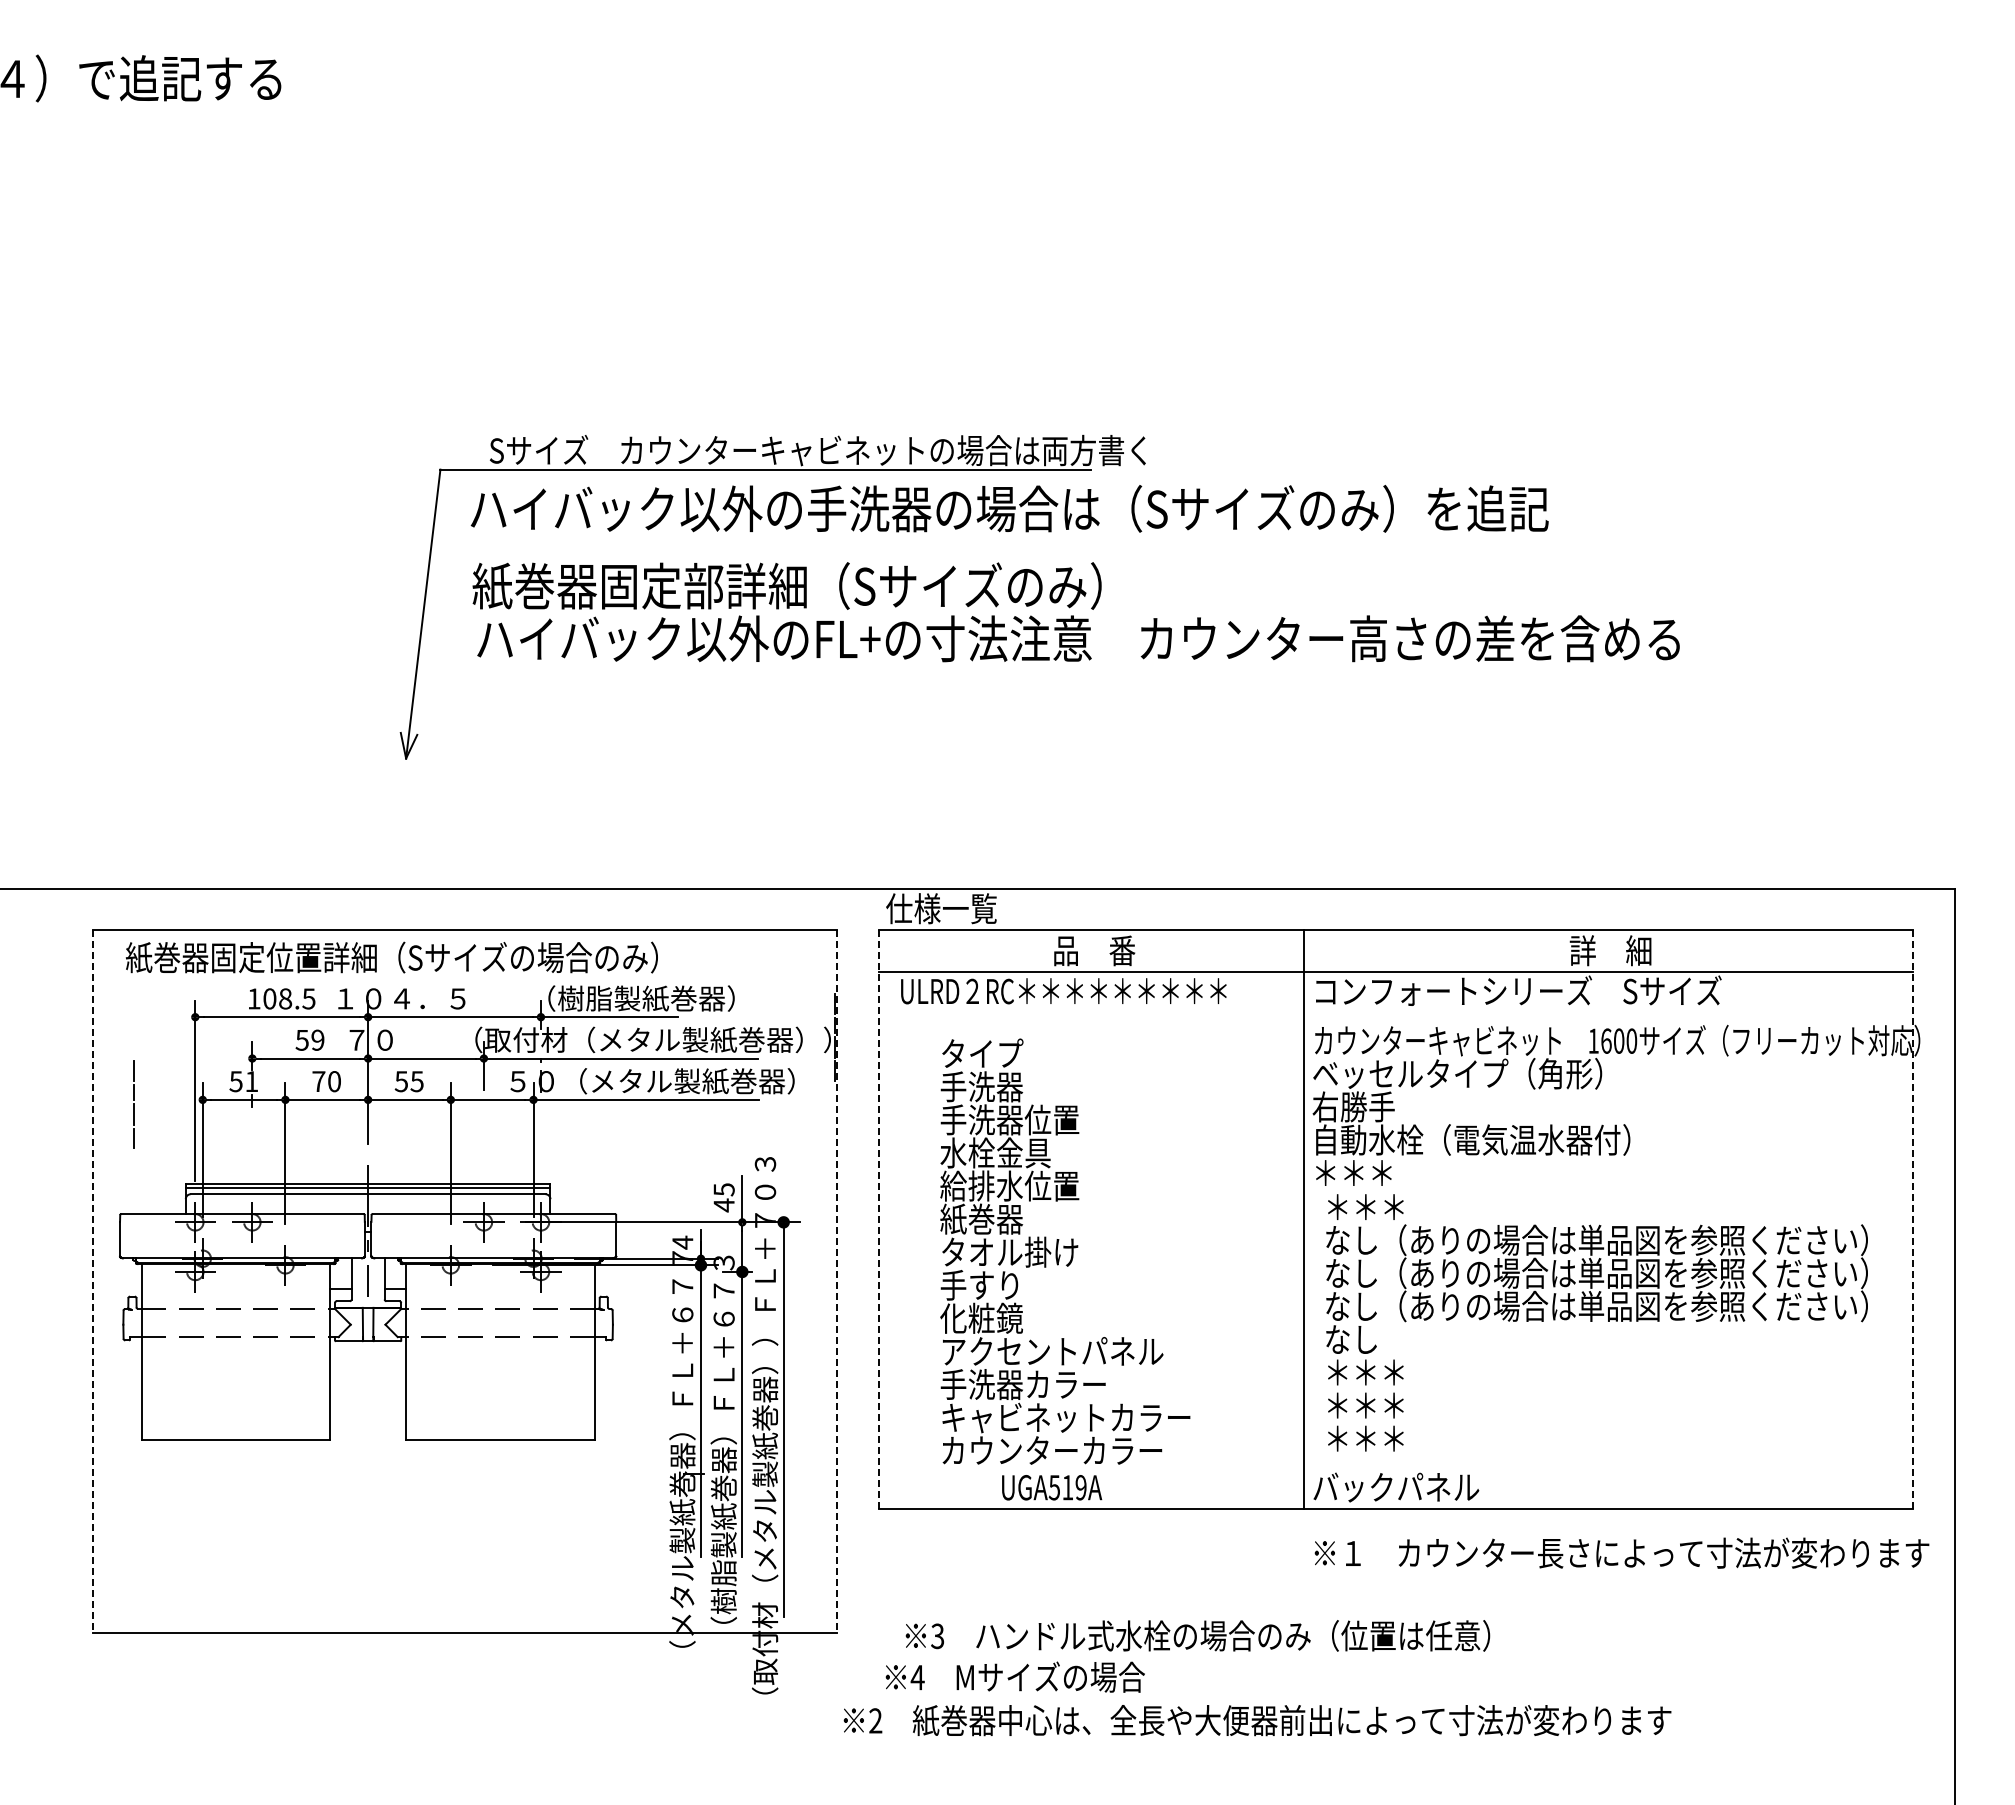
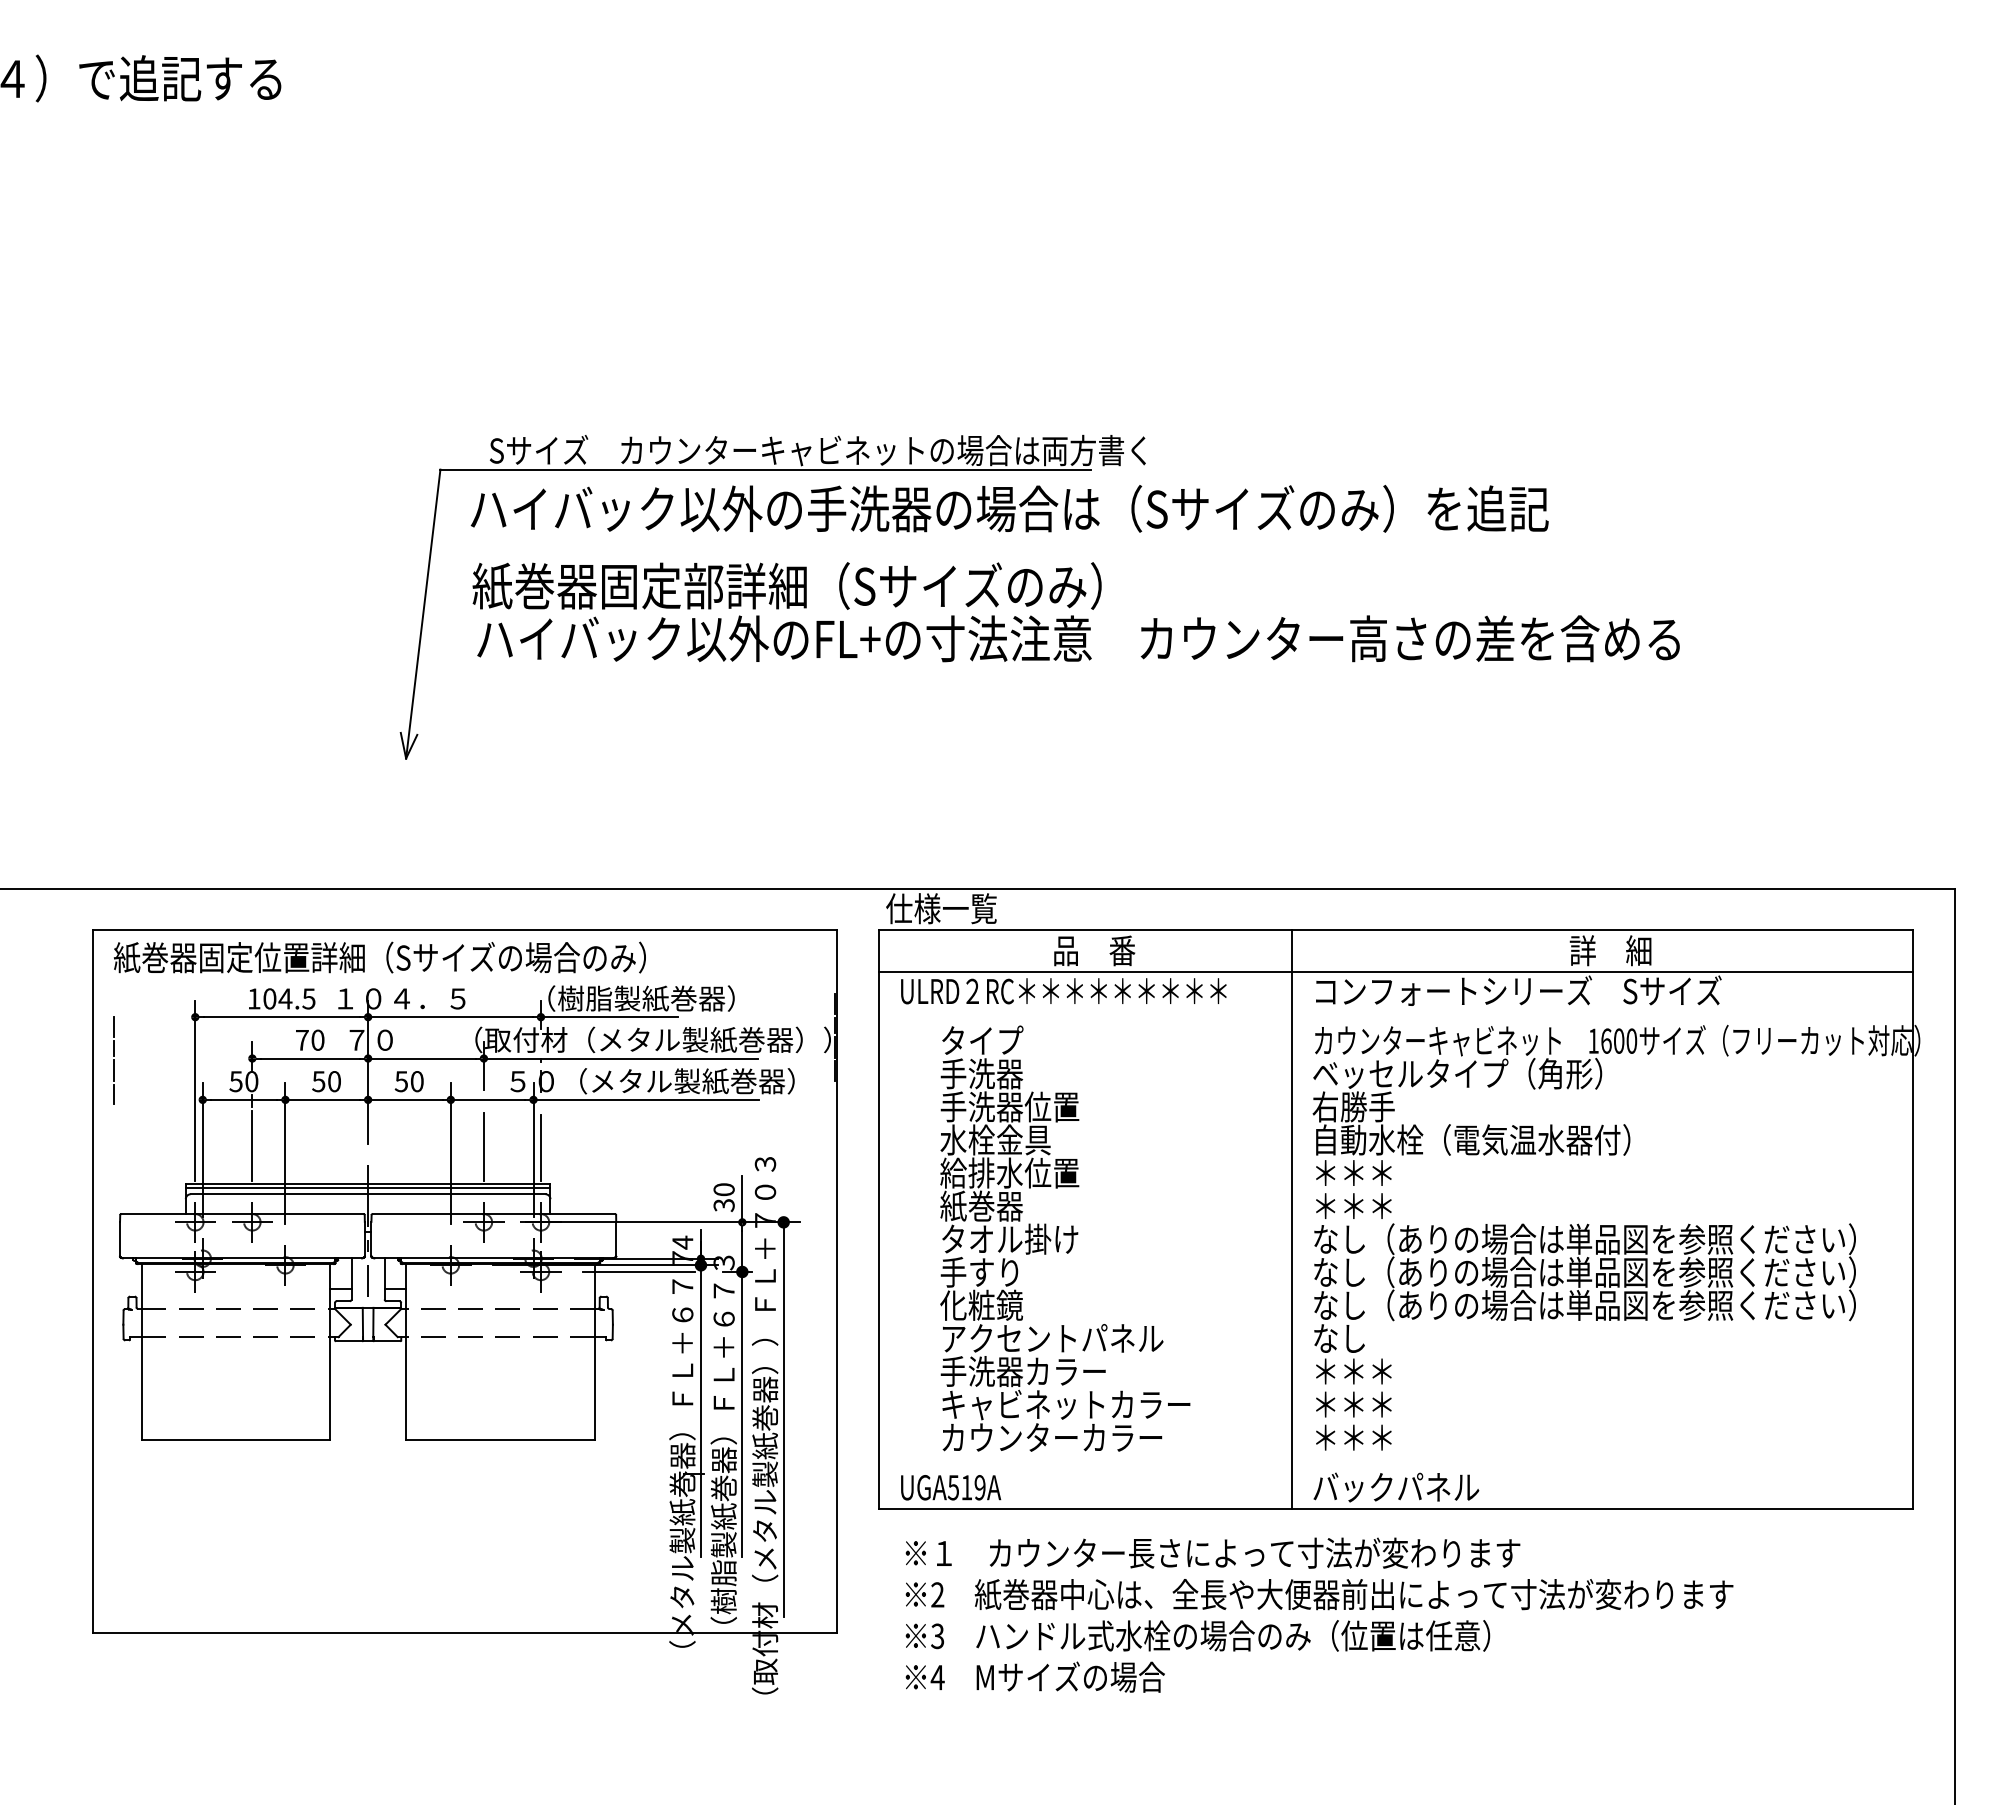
text at (391, 957) position: (391, 957) -> (379, 957)
text at (285, 998): 108.5 -> 104.5
text at (309, 1039): 59 -> 70
text at (251, 1081): 51 -> 50
text at (318, 1081): 70 -> 50
text at (416, 1081): 55 -> 50
line at (133, 1104) position: (133, 1104) -> (113, 1060)
line at (252, 1145): none -> present
line at (483, 1146): none -> present
line at (540, 1147): none -> present
text at (723, 1197): 45 -> 30
line at (1304, 1219) position: (1304, 1219) -> (1292, 1219)
line at (878, 1220): dashed -> solid
line at (1912, 1220): dashed -> solid
text at (1065, 1251) position: (1065, 1251) -> (1065, 1238)
line at (638, 1271): none -> present
line at (93, 1282): dashed -> solid
line at (837, 1282): dashed -> solid
text at (1596, 1322) position: (1596, 1322) -> (1584, 1321)
text at (1052, 1487) position: (1052, 1487) -> (951, 1487)
text at (1621, 1552) position: (1621, 1552) -> (1212, 1552)
text at (1014, 1676) position: (1014, 1676) -> (1034, 1676)
text at (1257, 1720) position: (1257, 1720) -> (1319, 1594)
